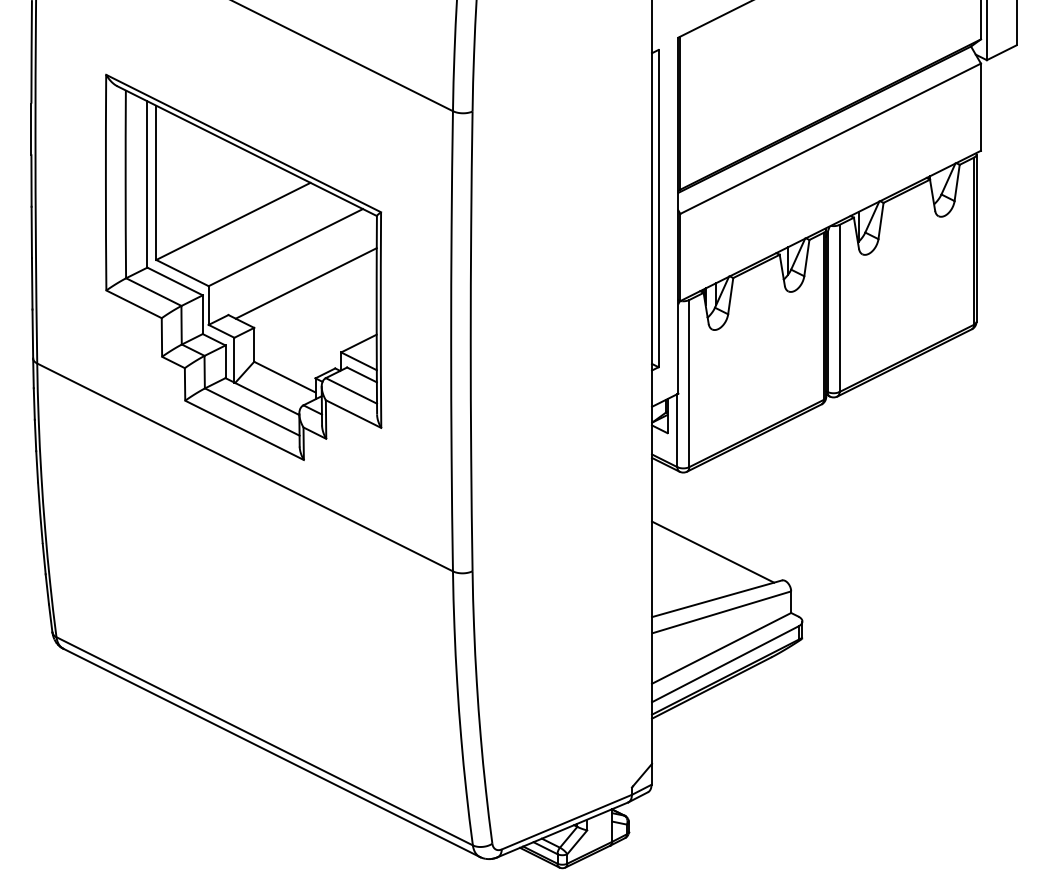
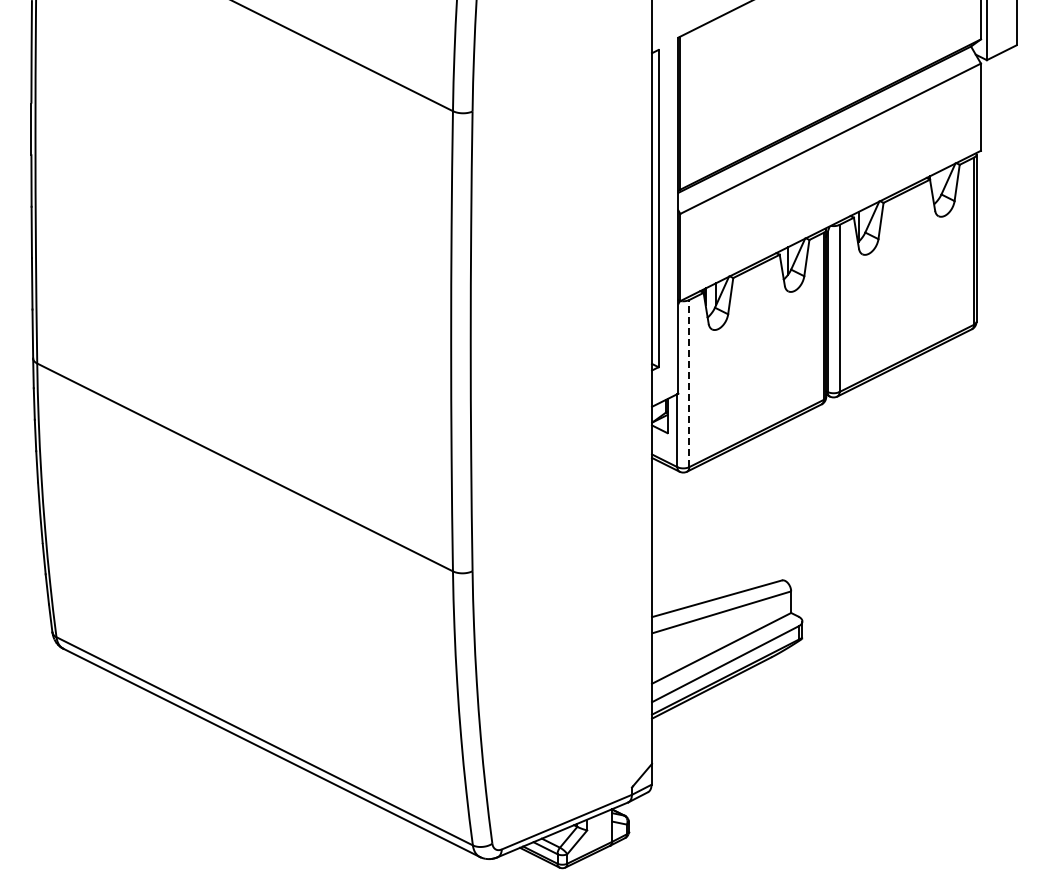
part at (243, 266): present -> none
line at (689, 383): solid -> dashed
line at (713, 551): present -> none
